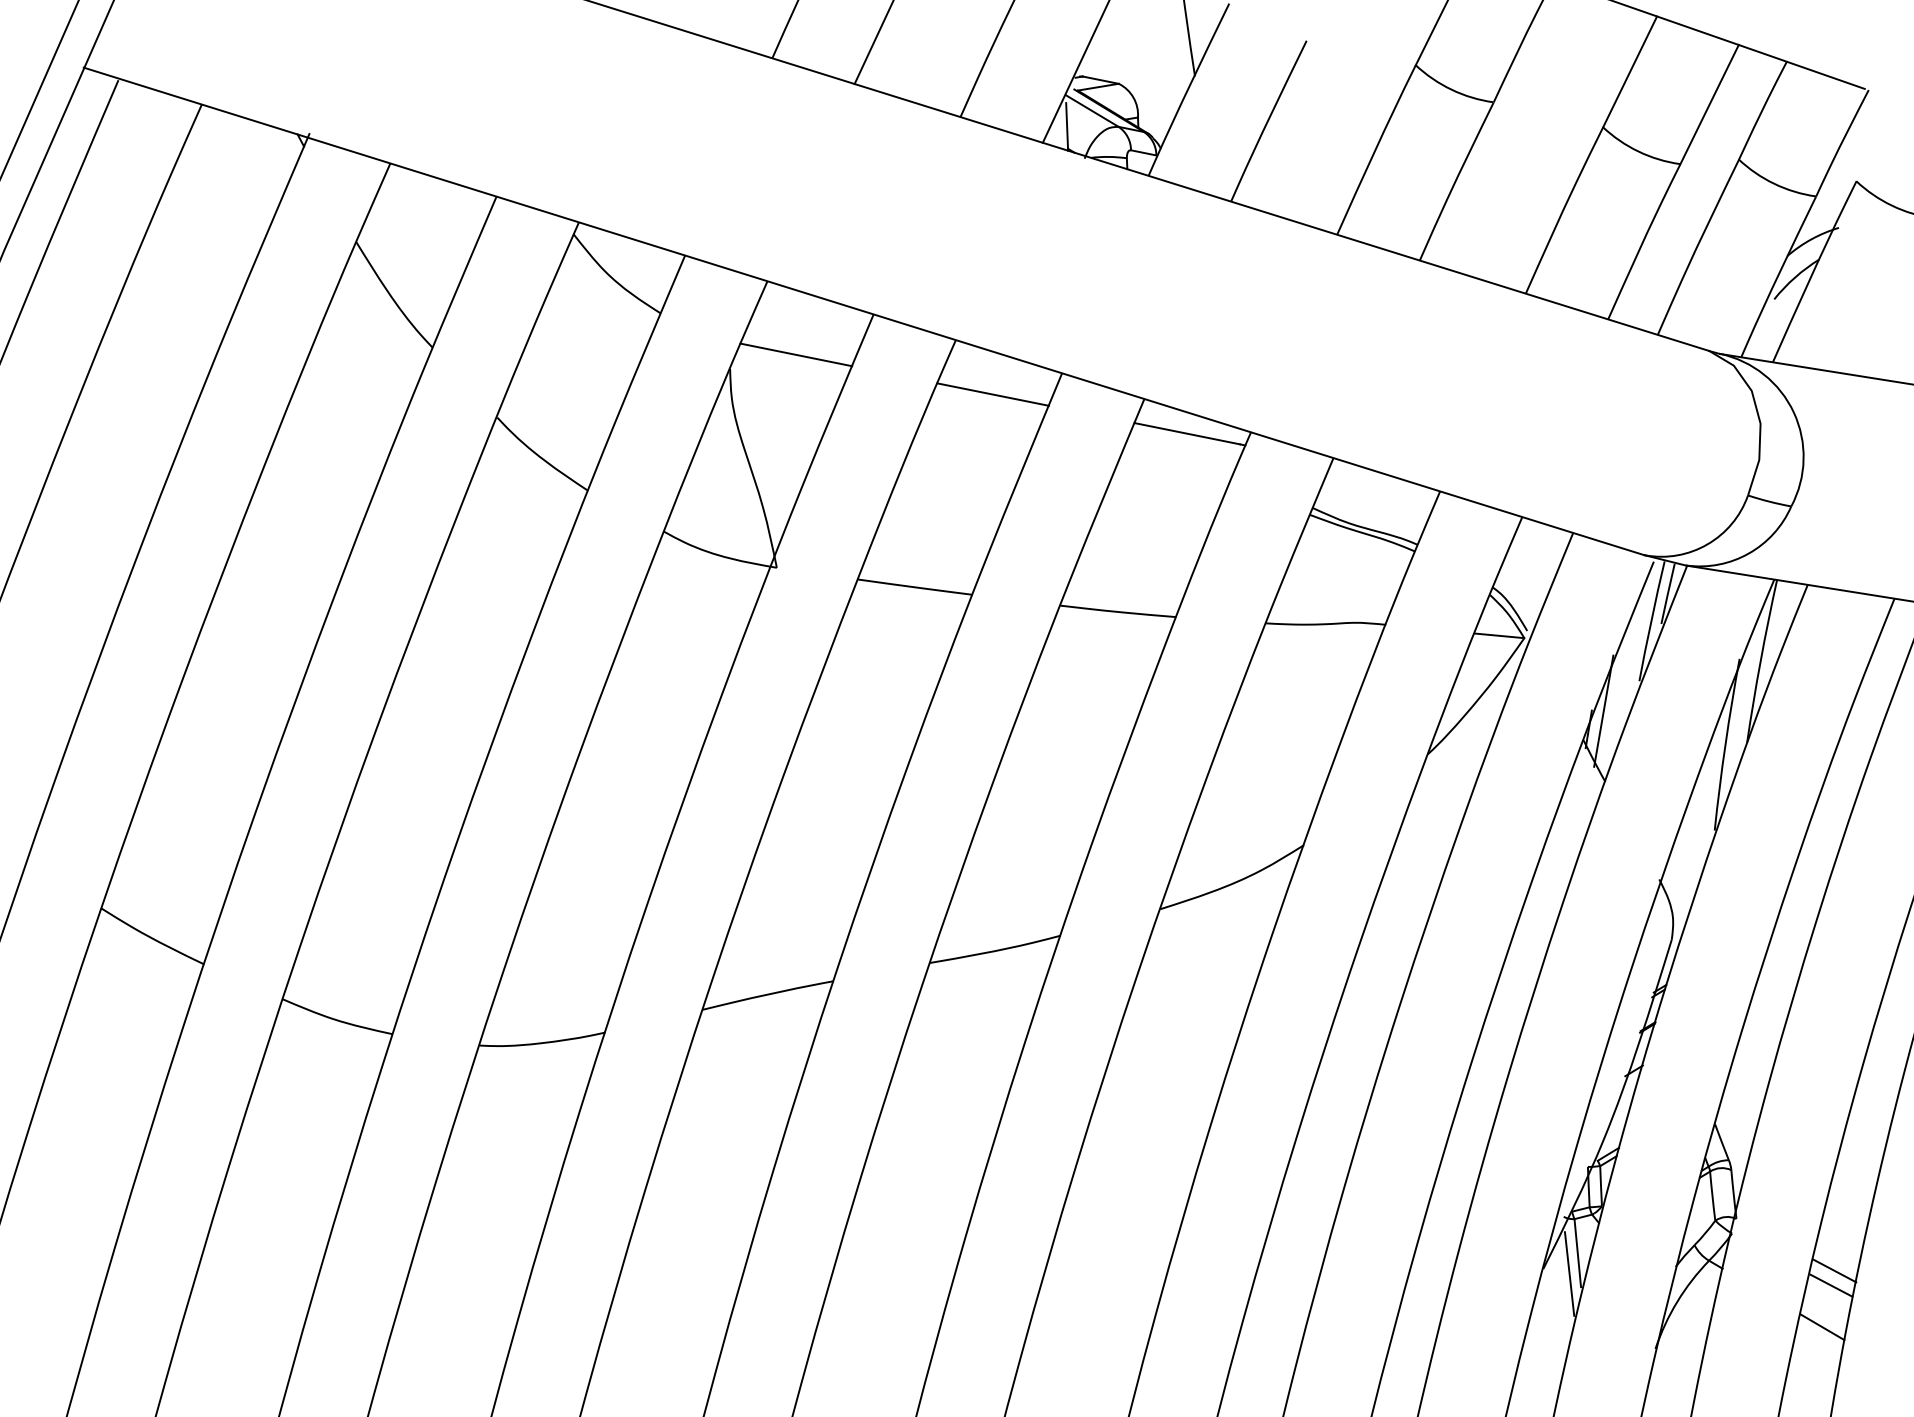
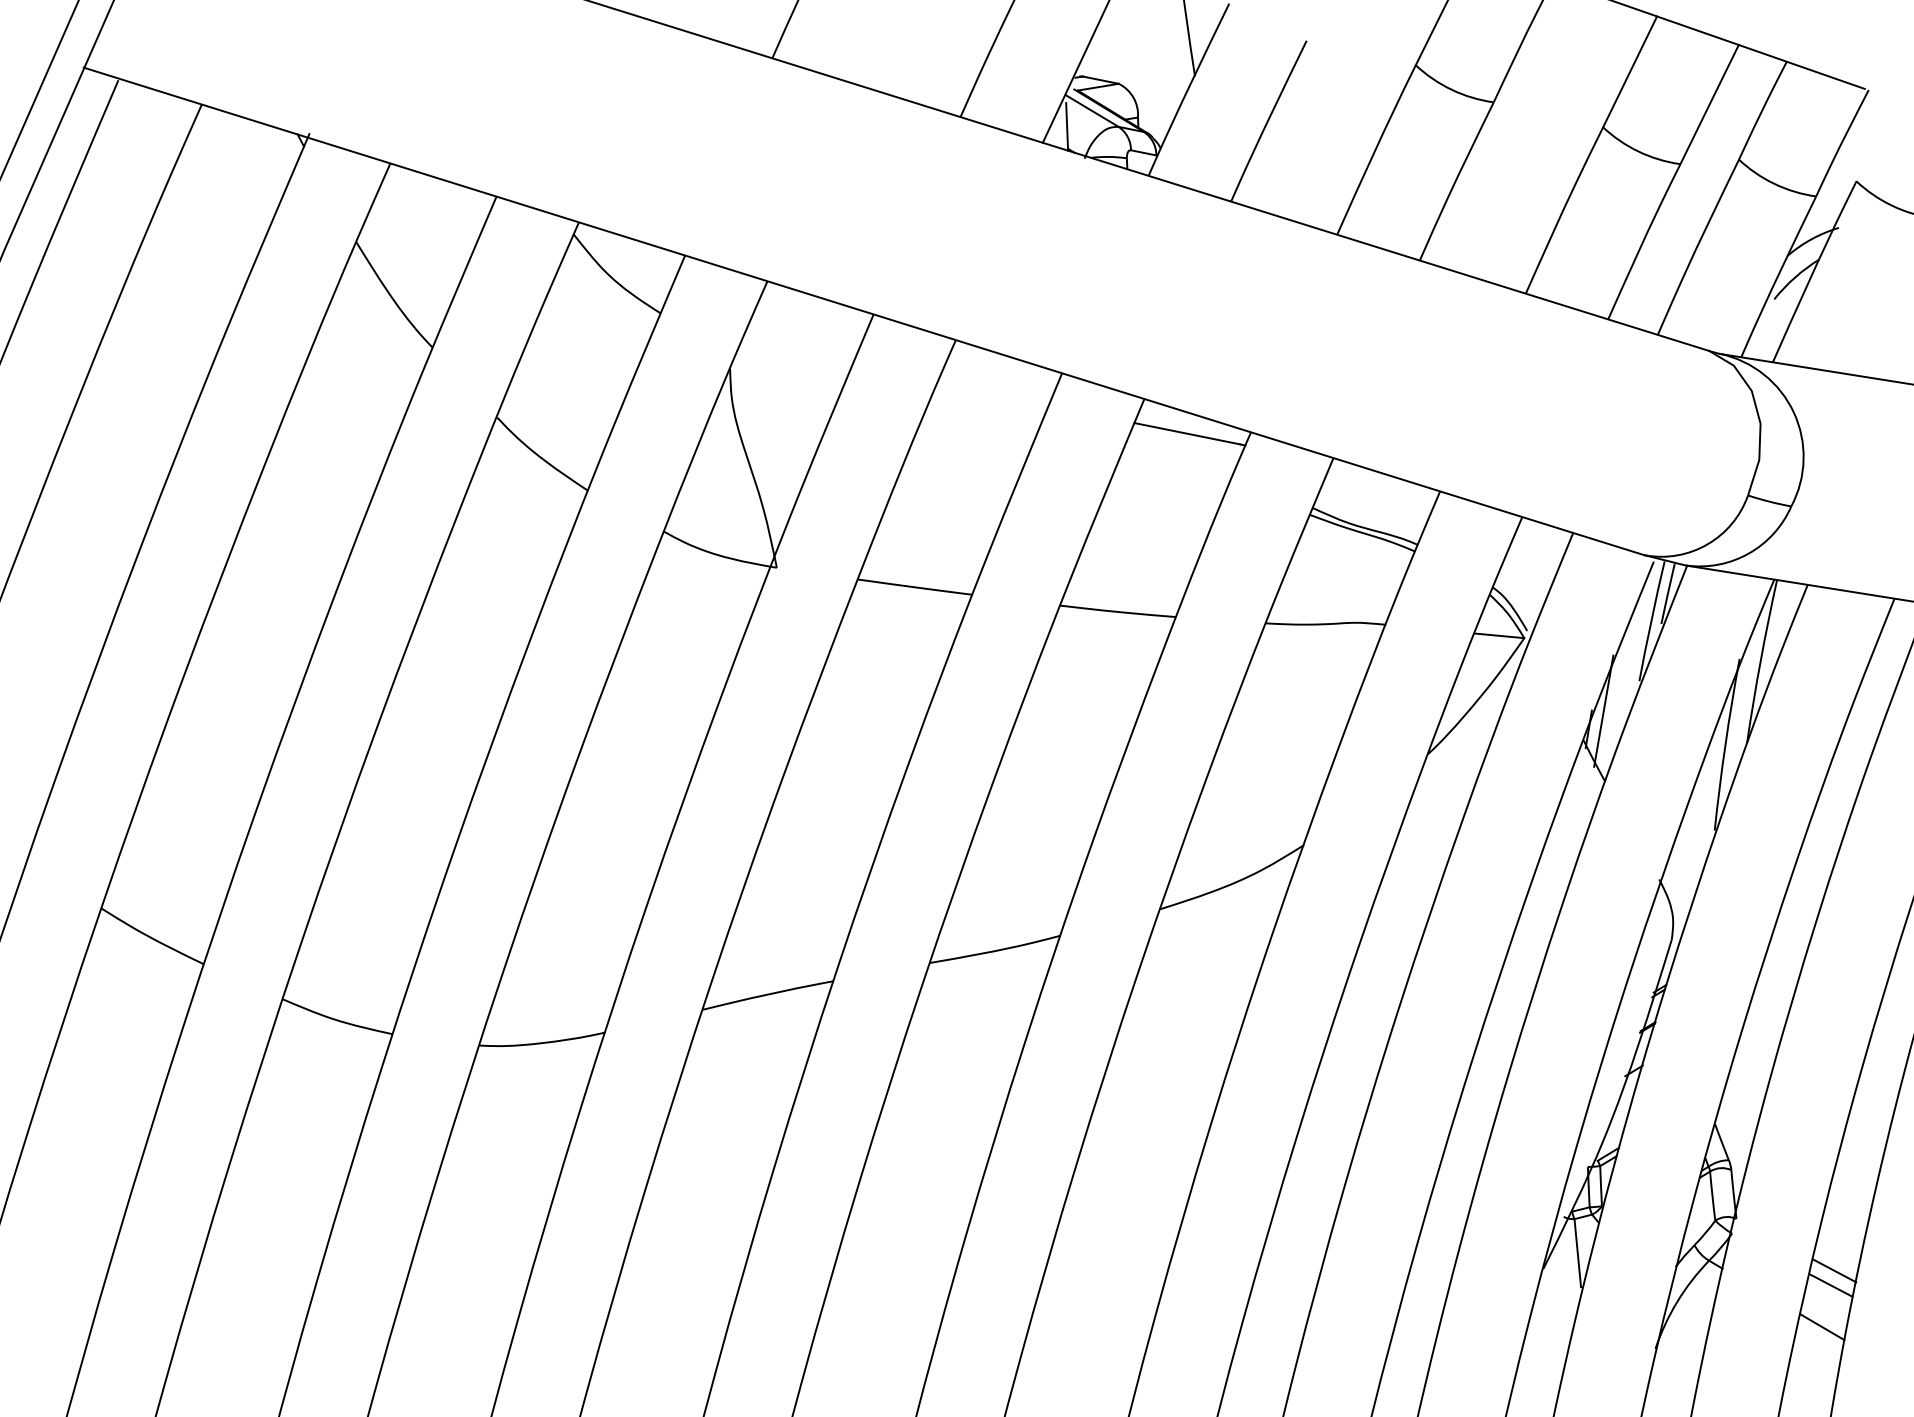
line at (873, 43): present -> none
line at (796, 354): present -> none
line at (992, 394): present -> none
line at (1569, 1273): present -> none
